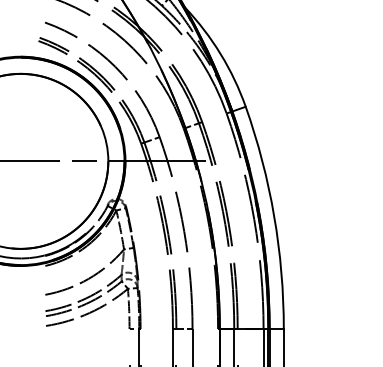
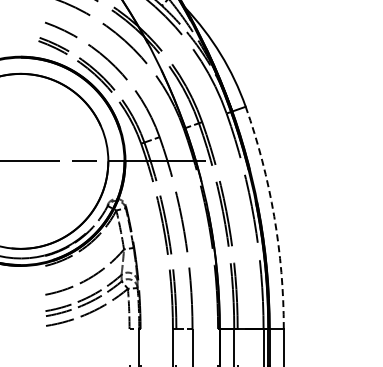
arc at (274, 216): solid -> dashed
